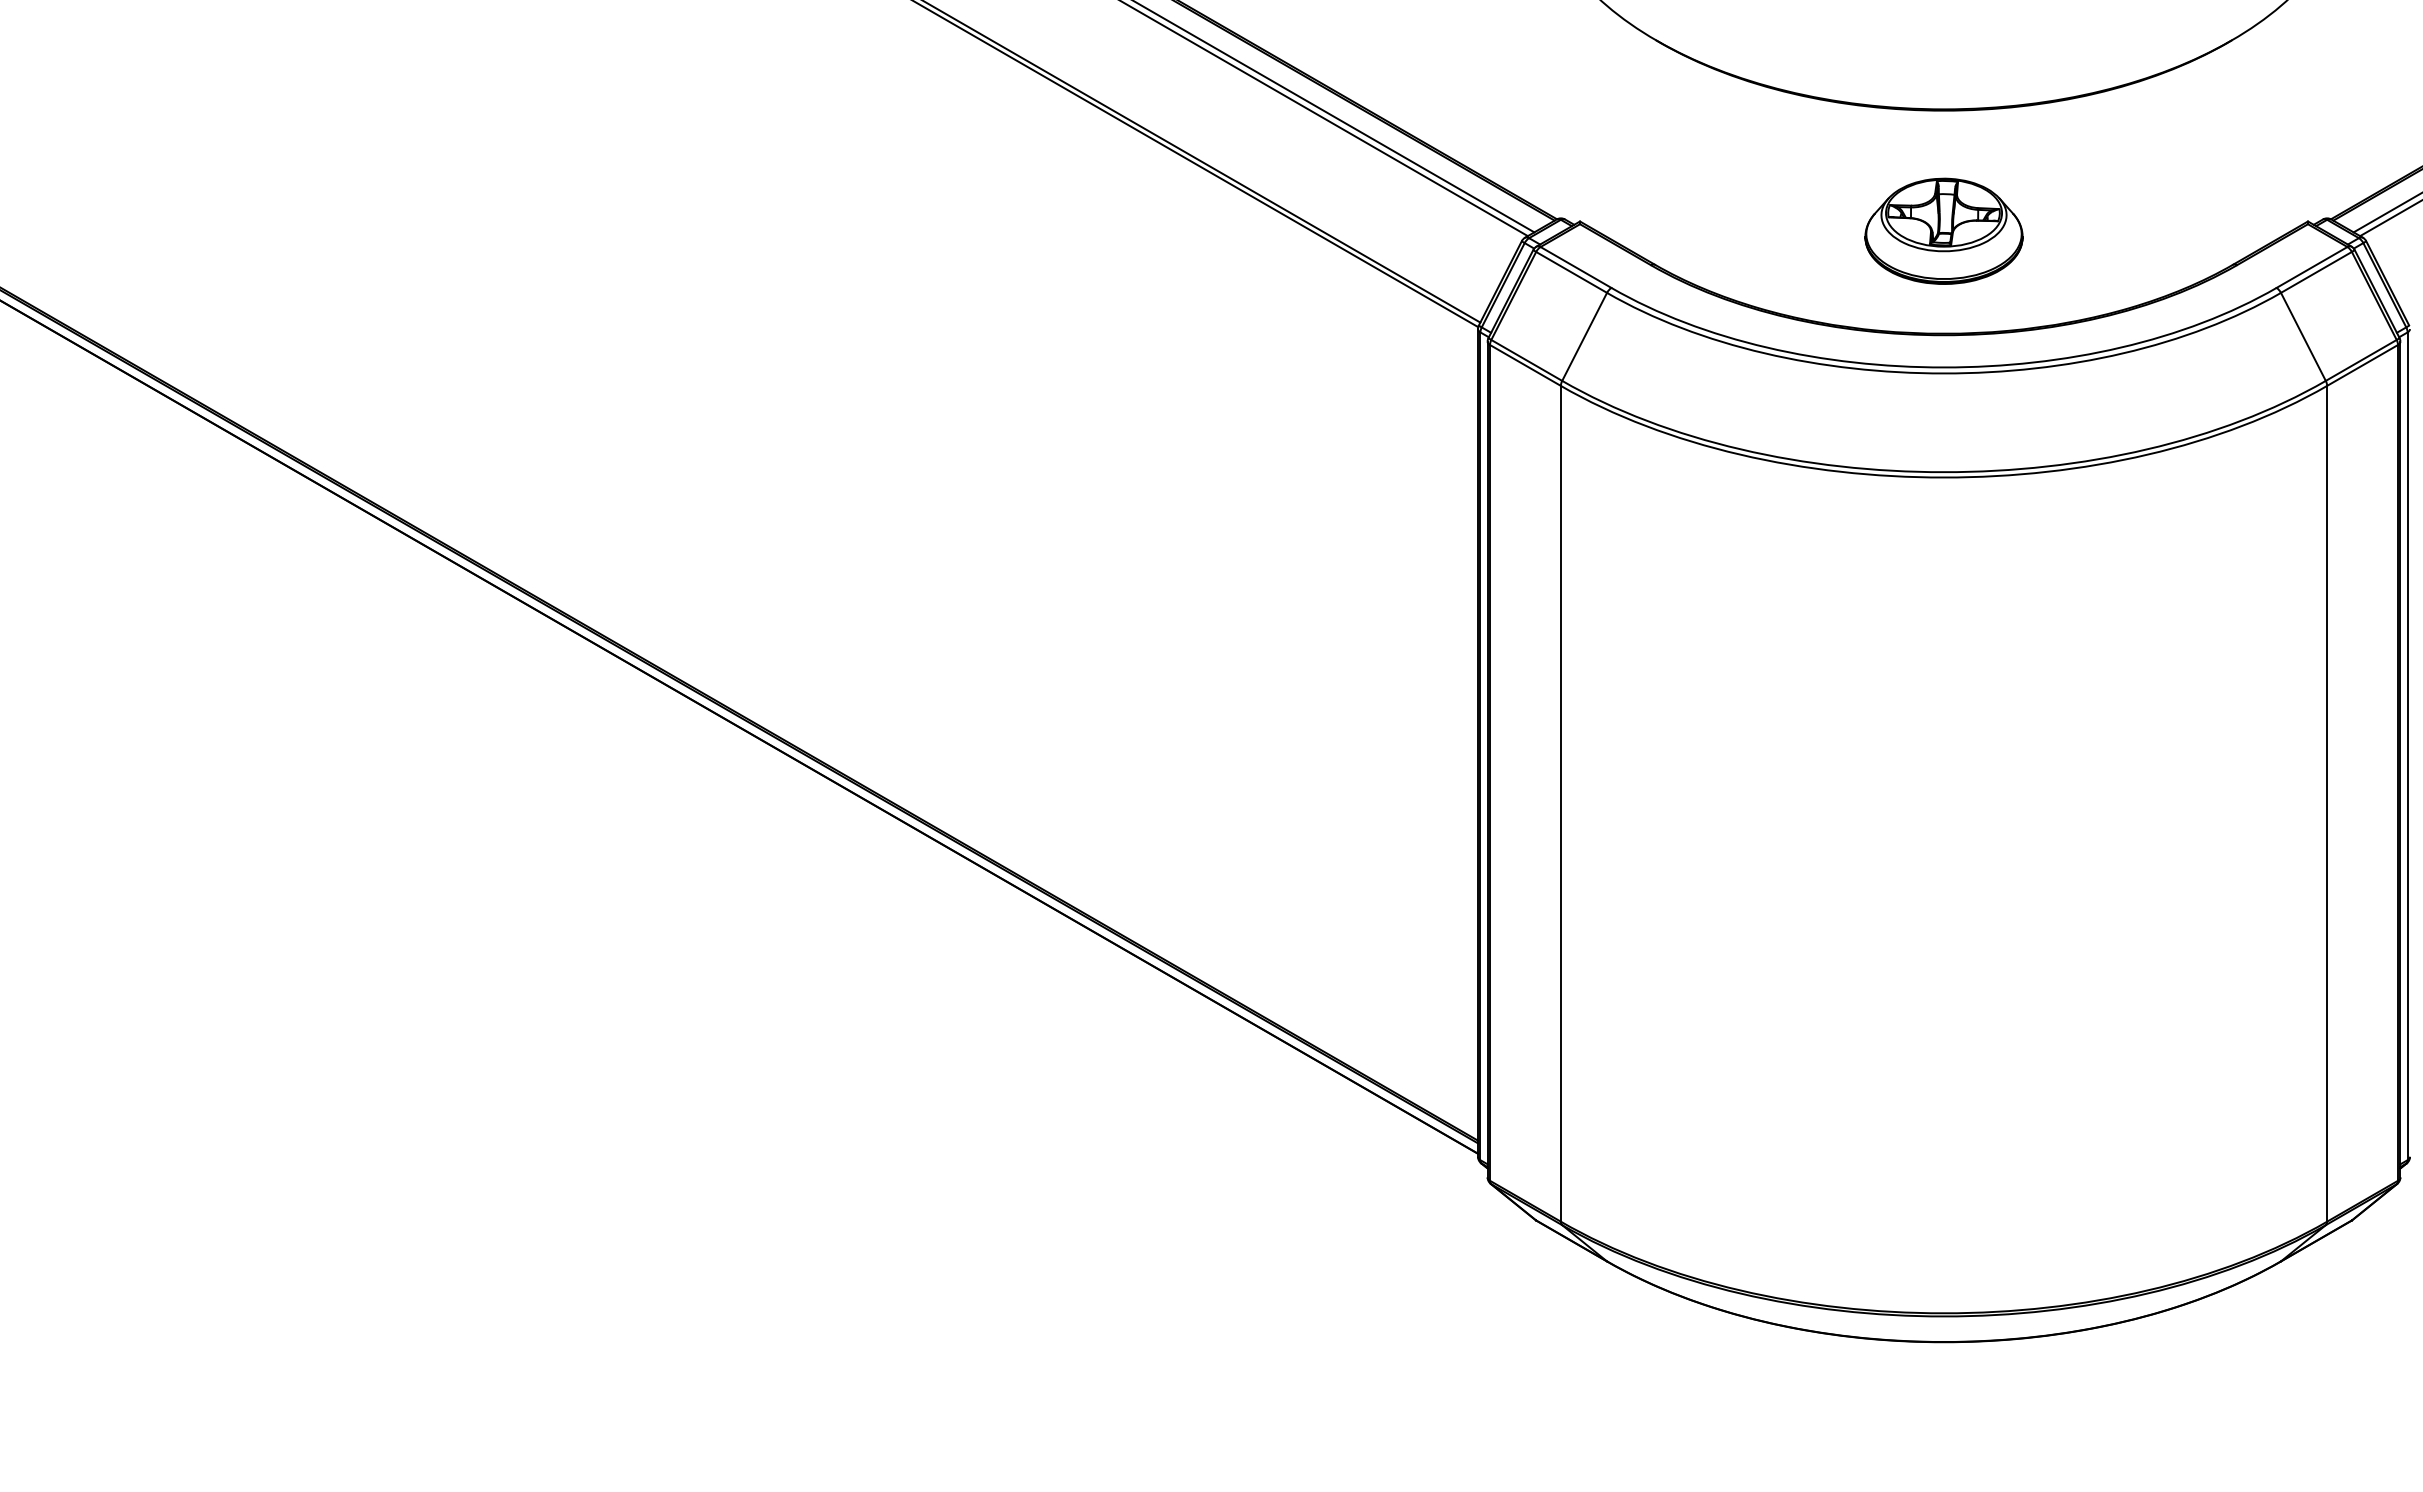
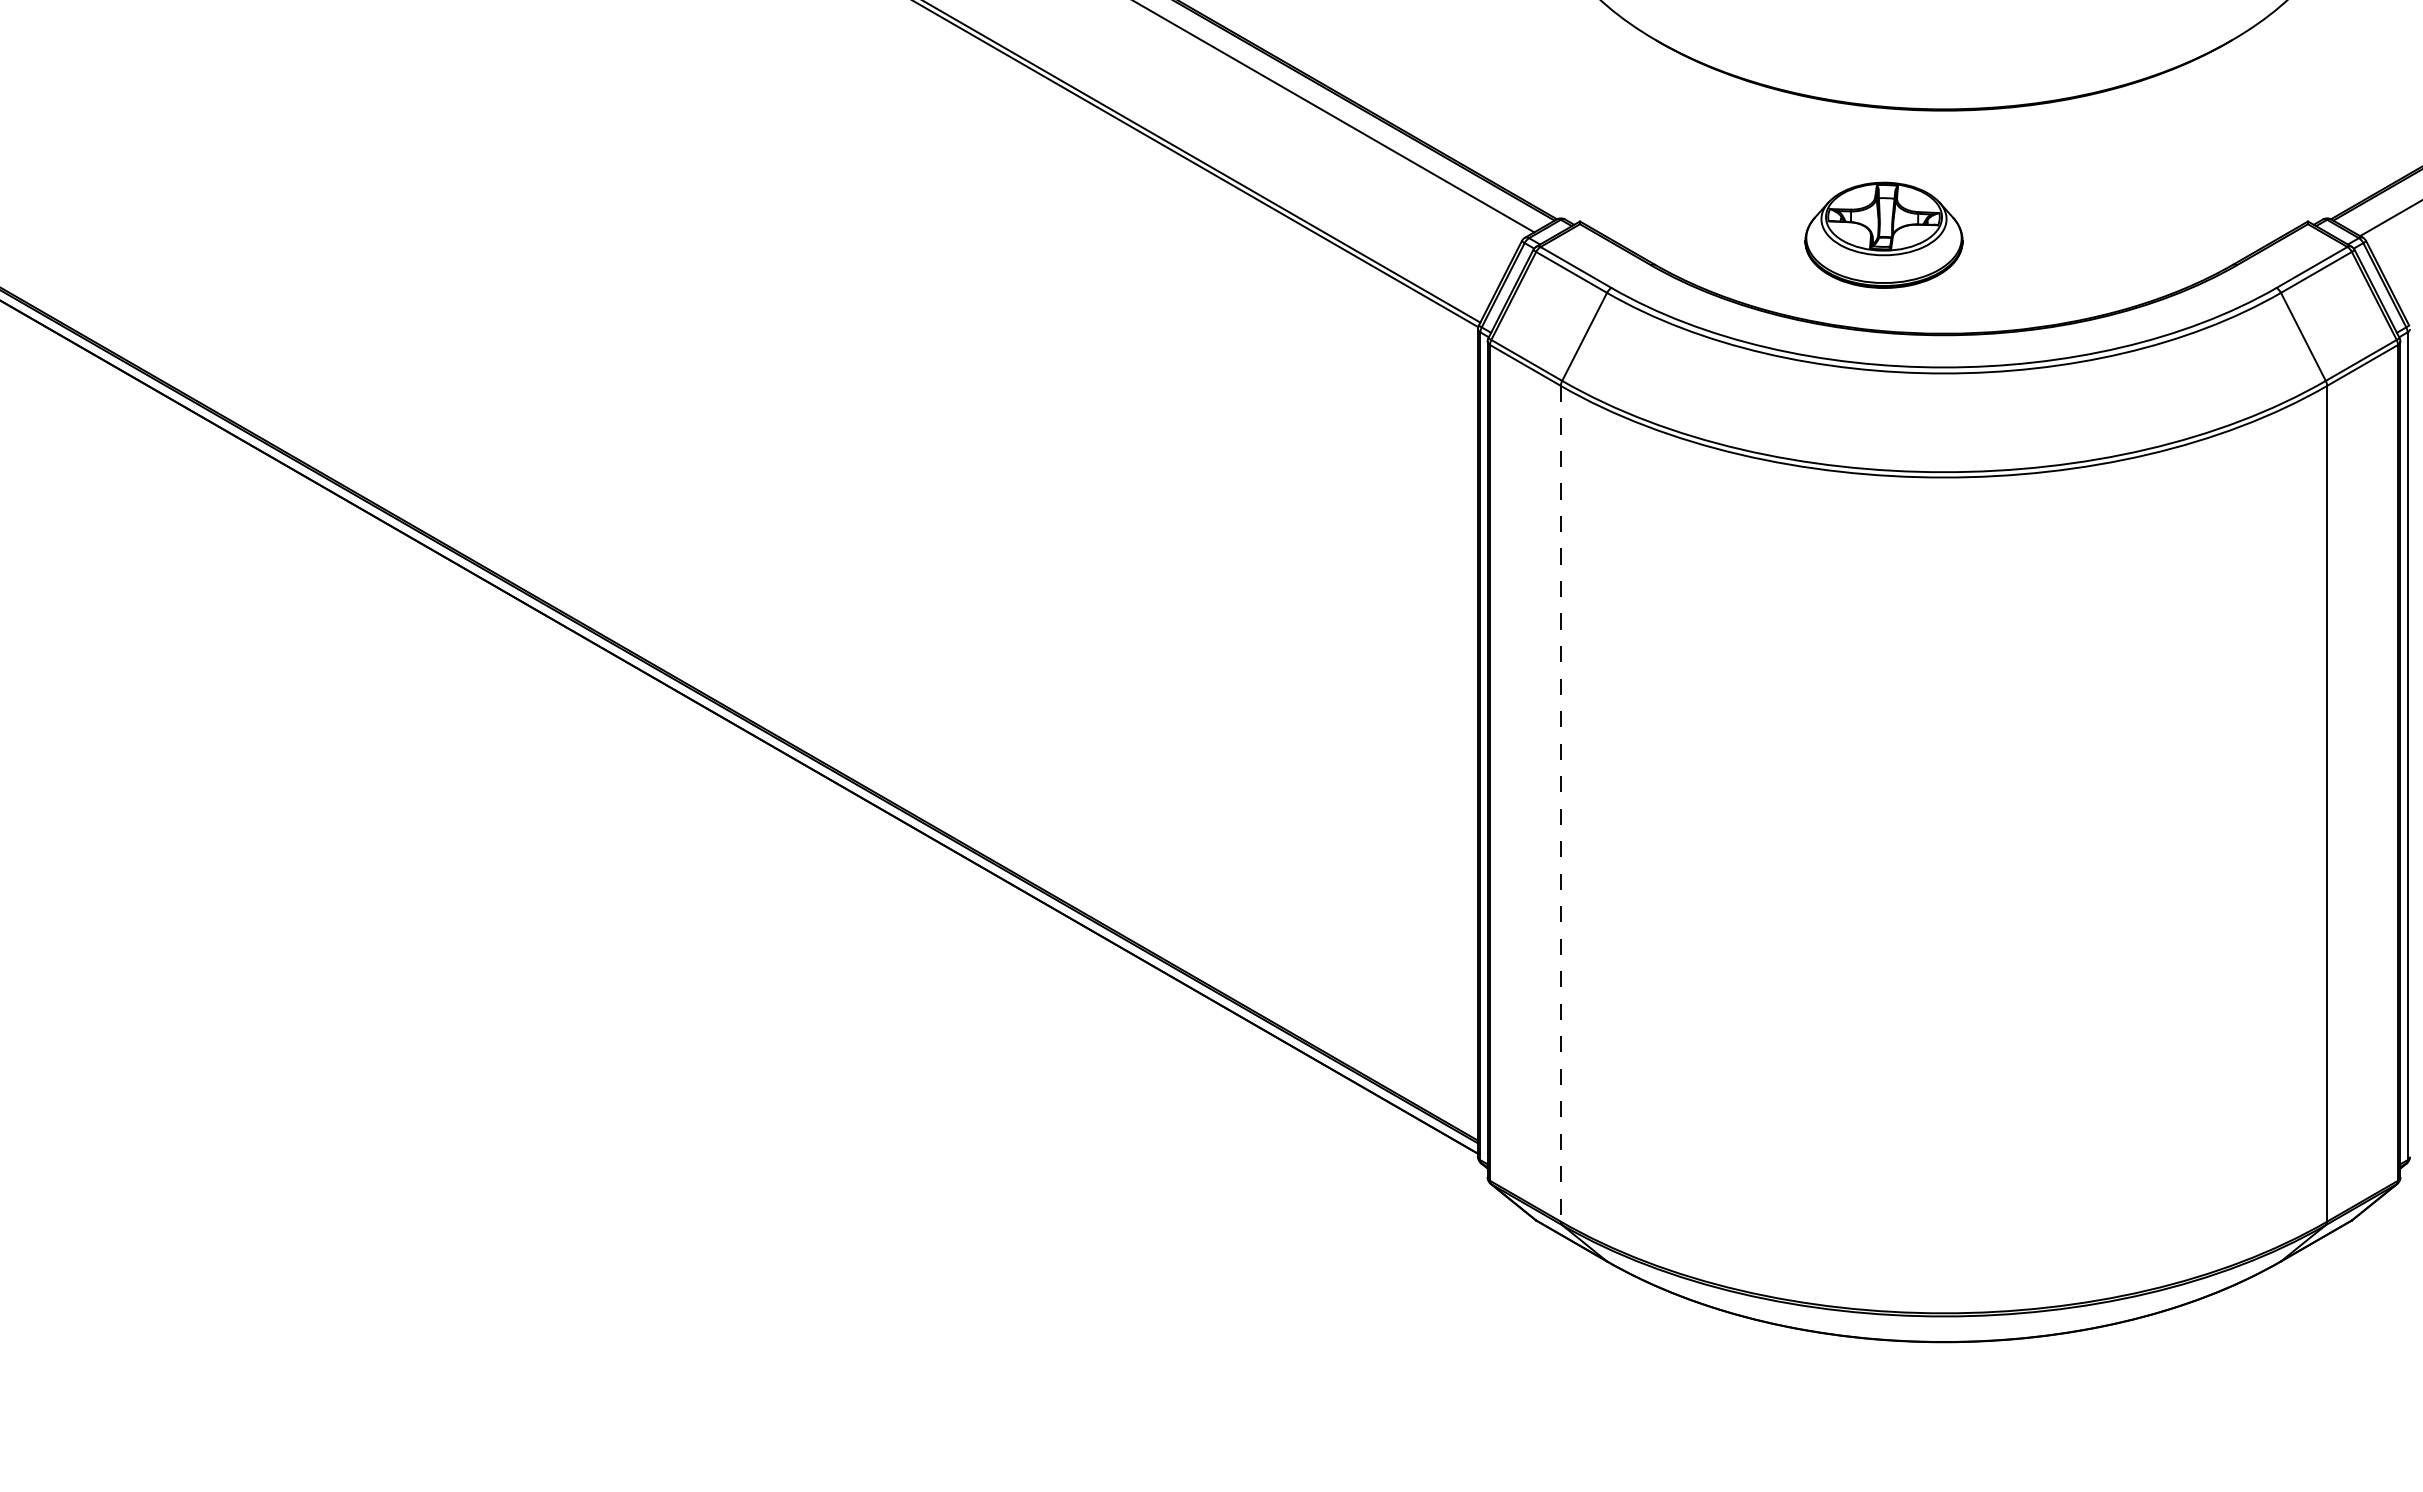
line at (1324, 119): present -> none
line at (2386, 213): present -> none
part at (1943, 230) position: (1943, 230) -> (1883, 234)
line at (1560, 803): solid -> dashed
